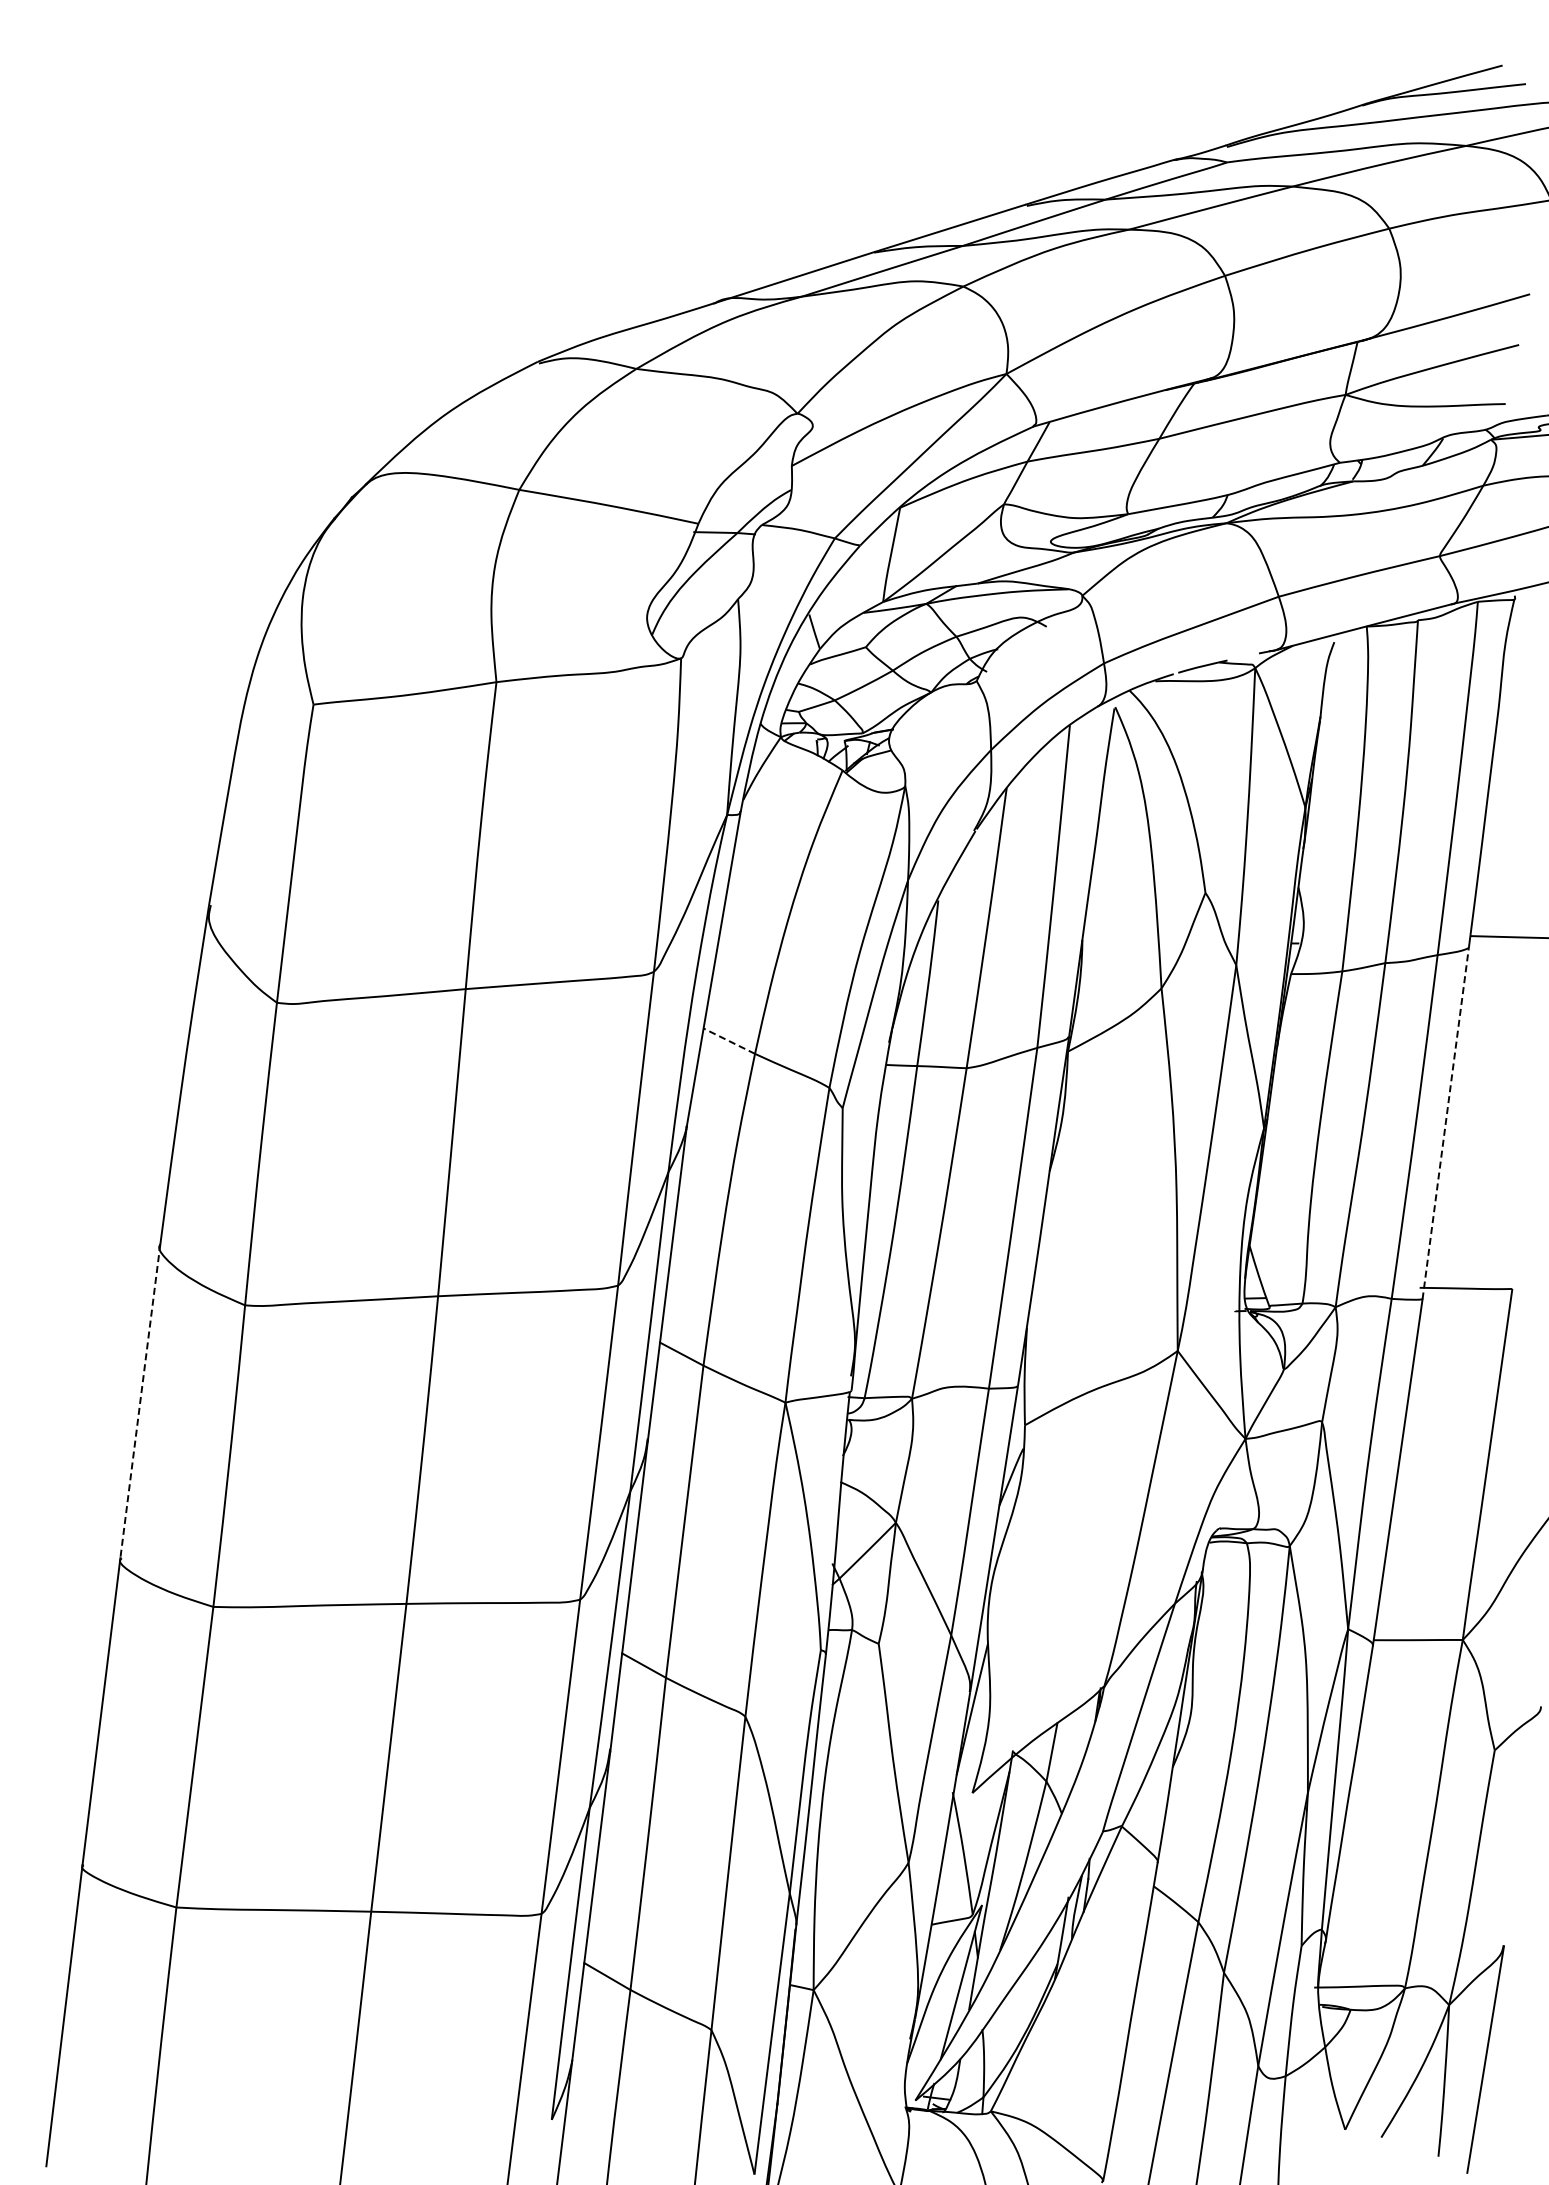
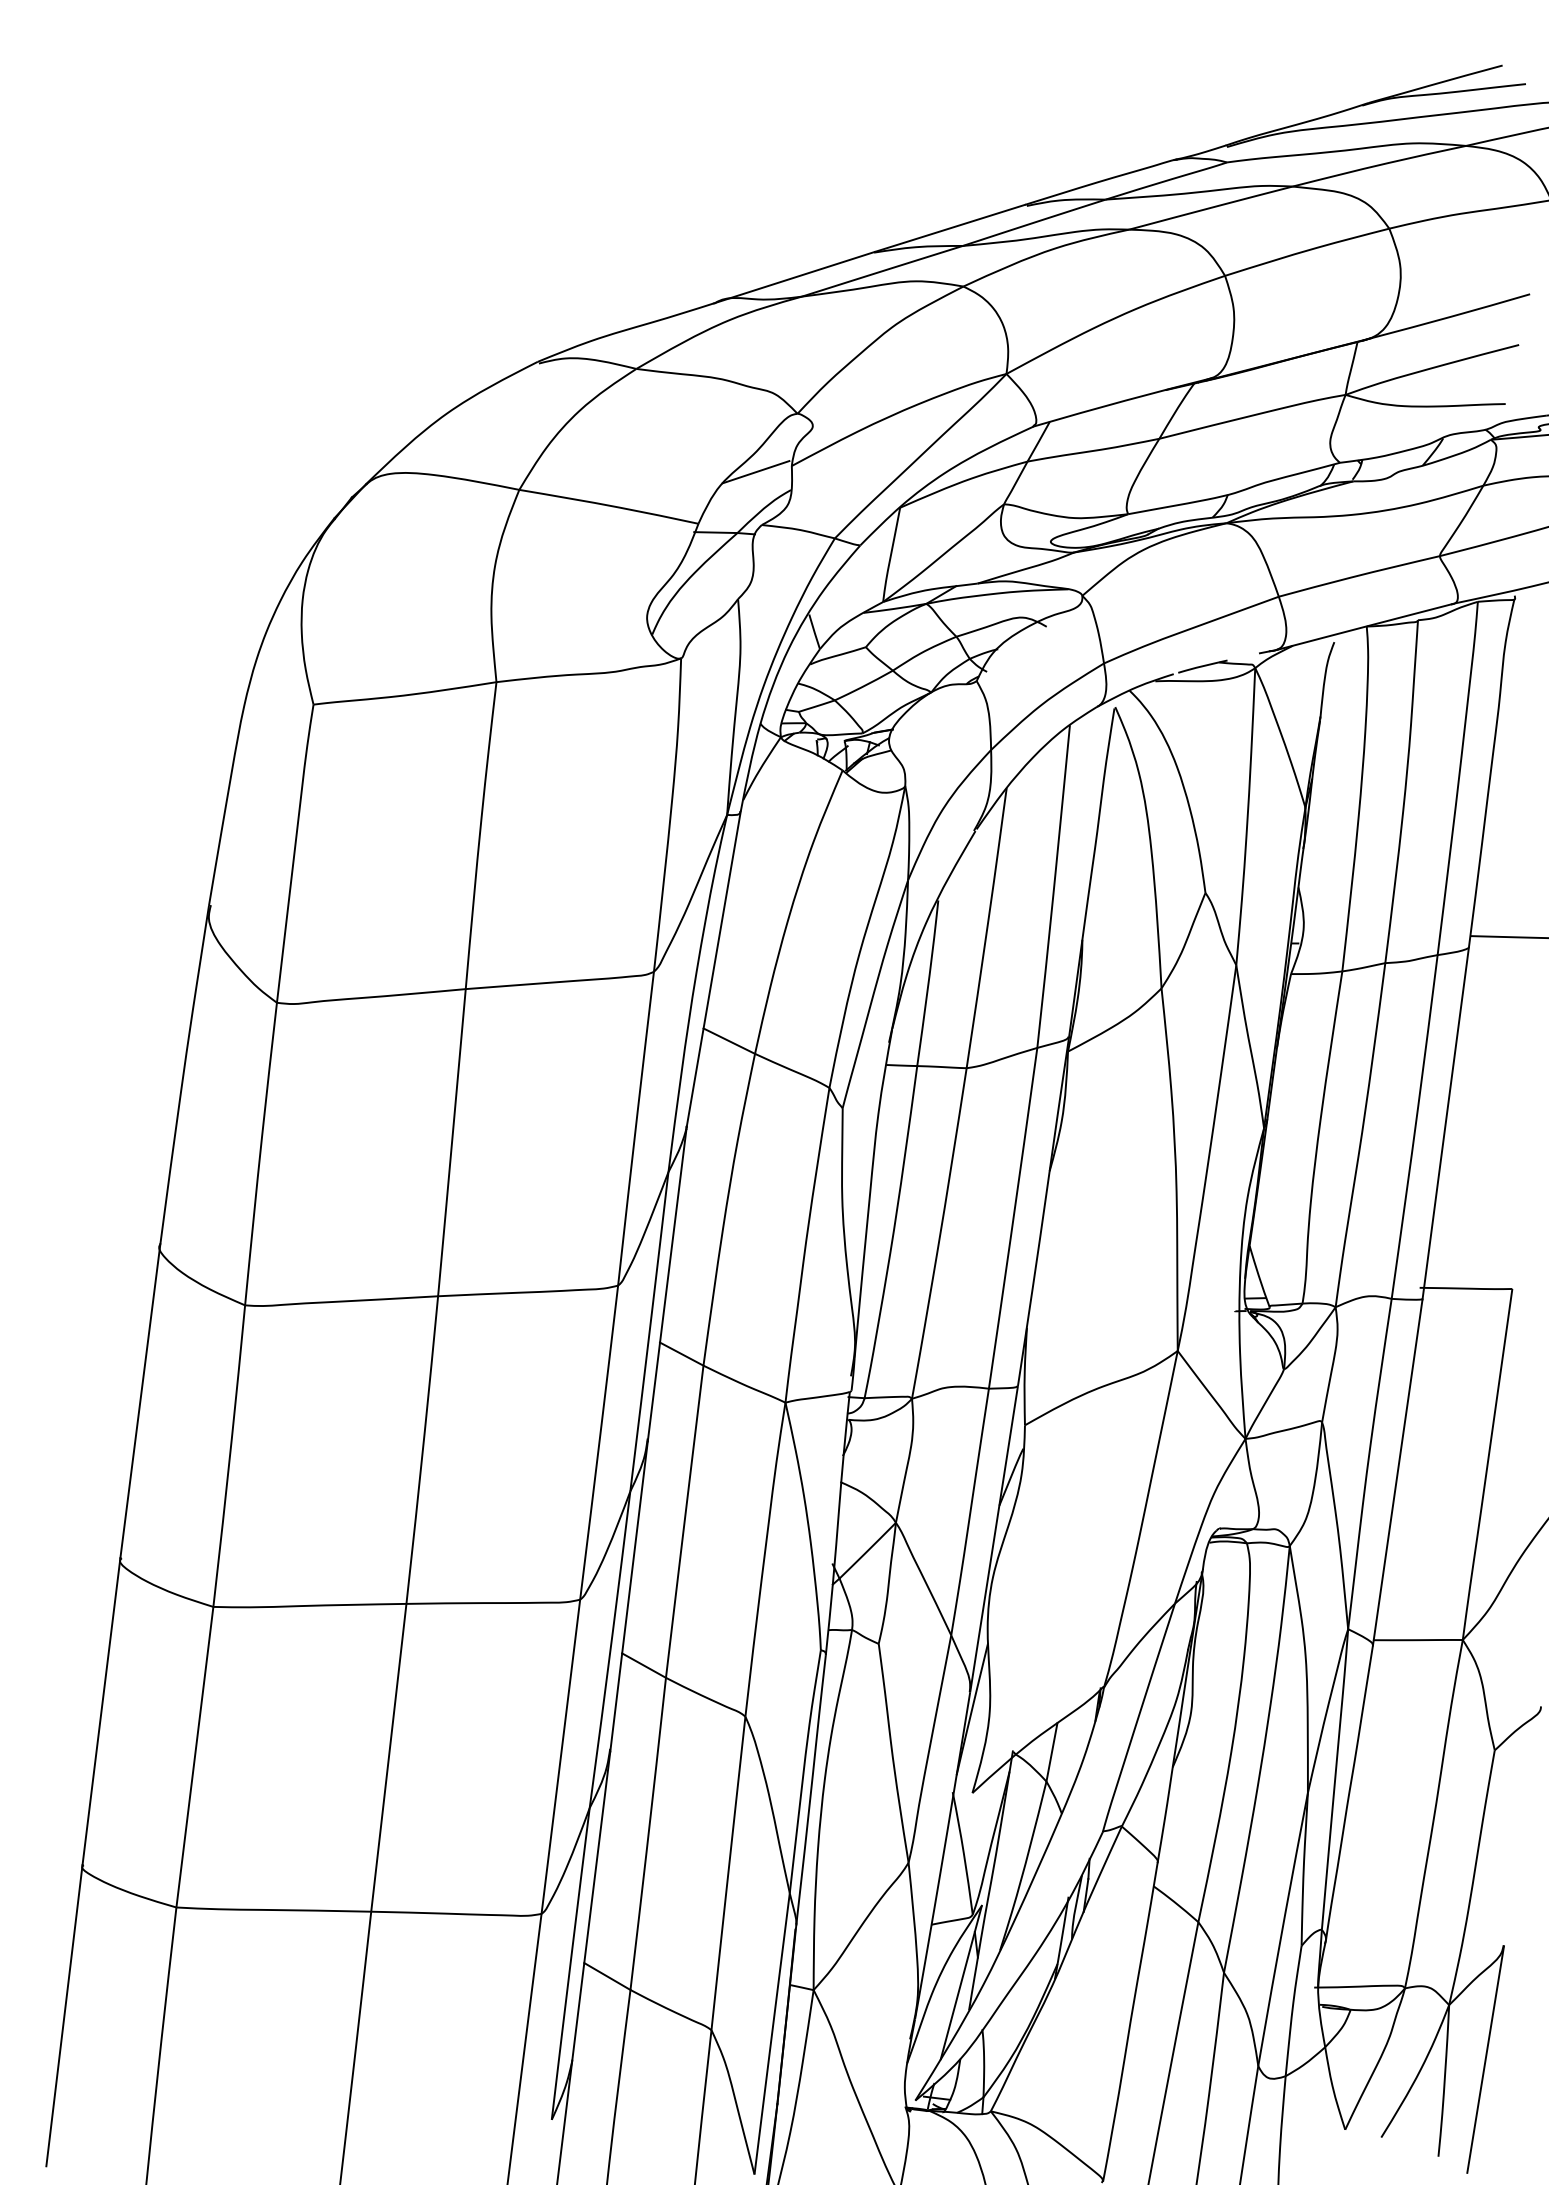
line at (755, 472): none -> present
line at (729, 1041): dashed -> solid
line at (1445, 1123): dashed -> solid
line at (140, 1401): dashed -> solid
